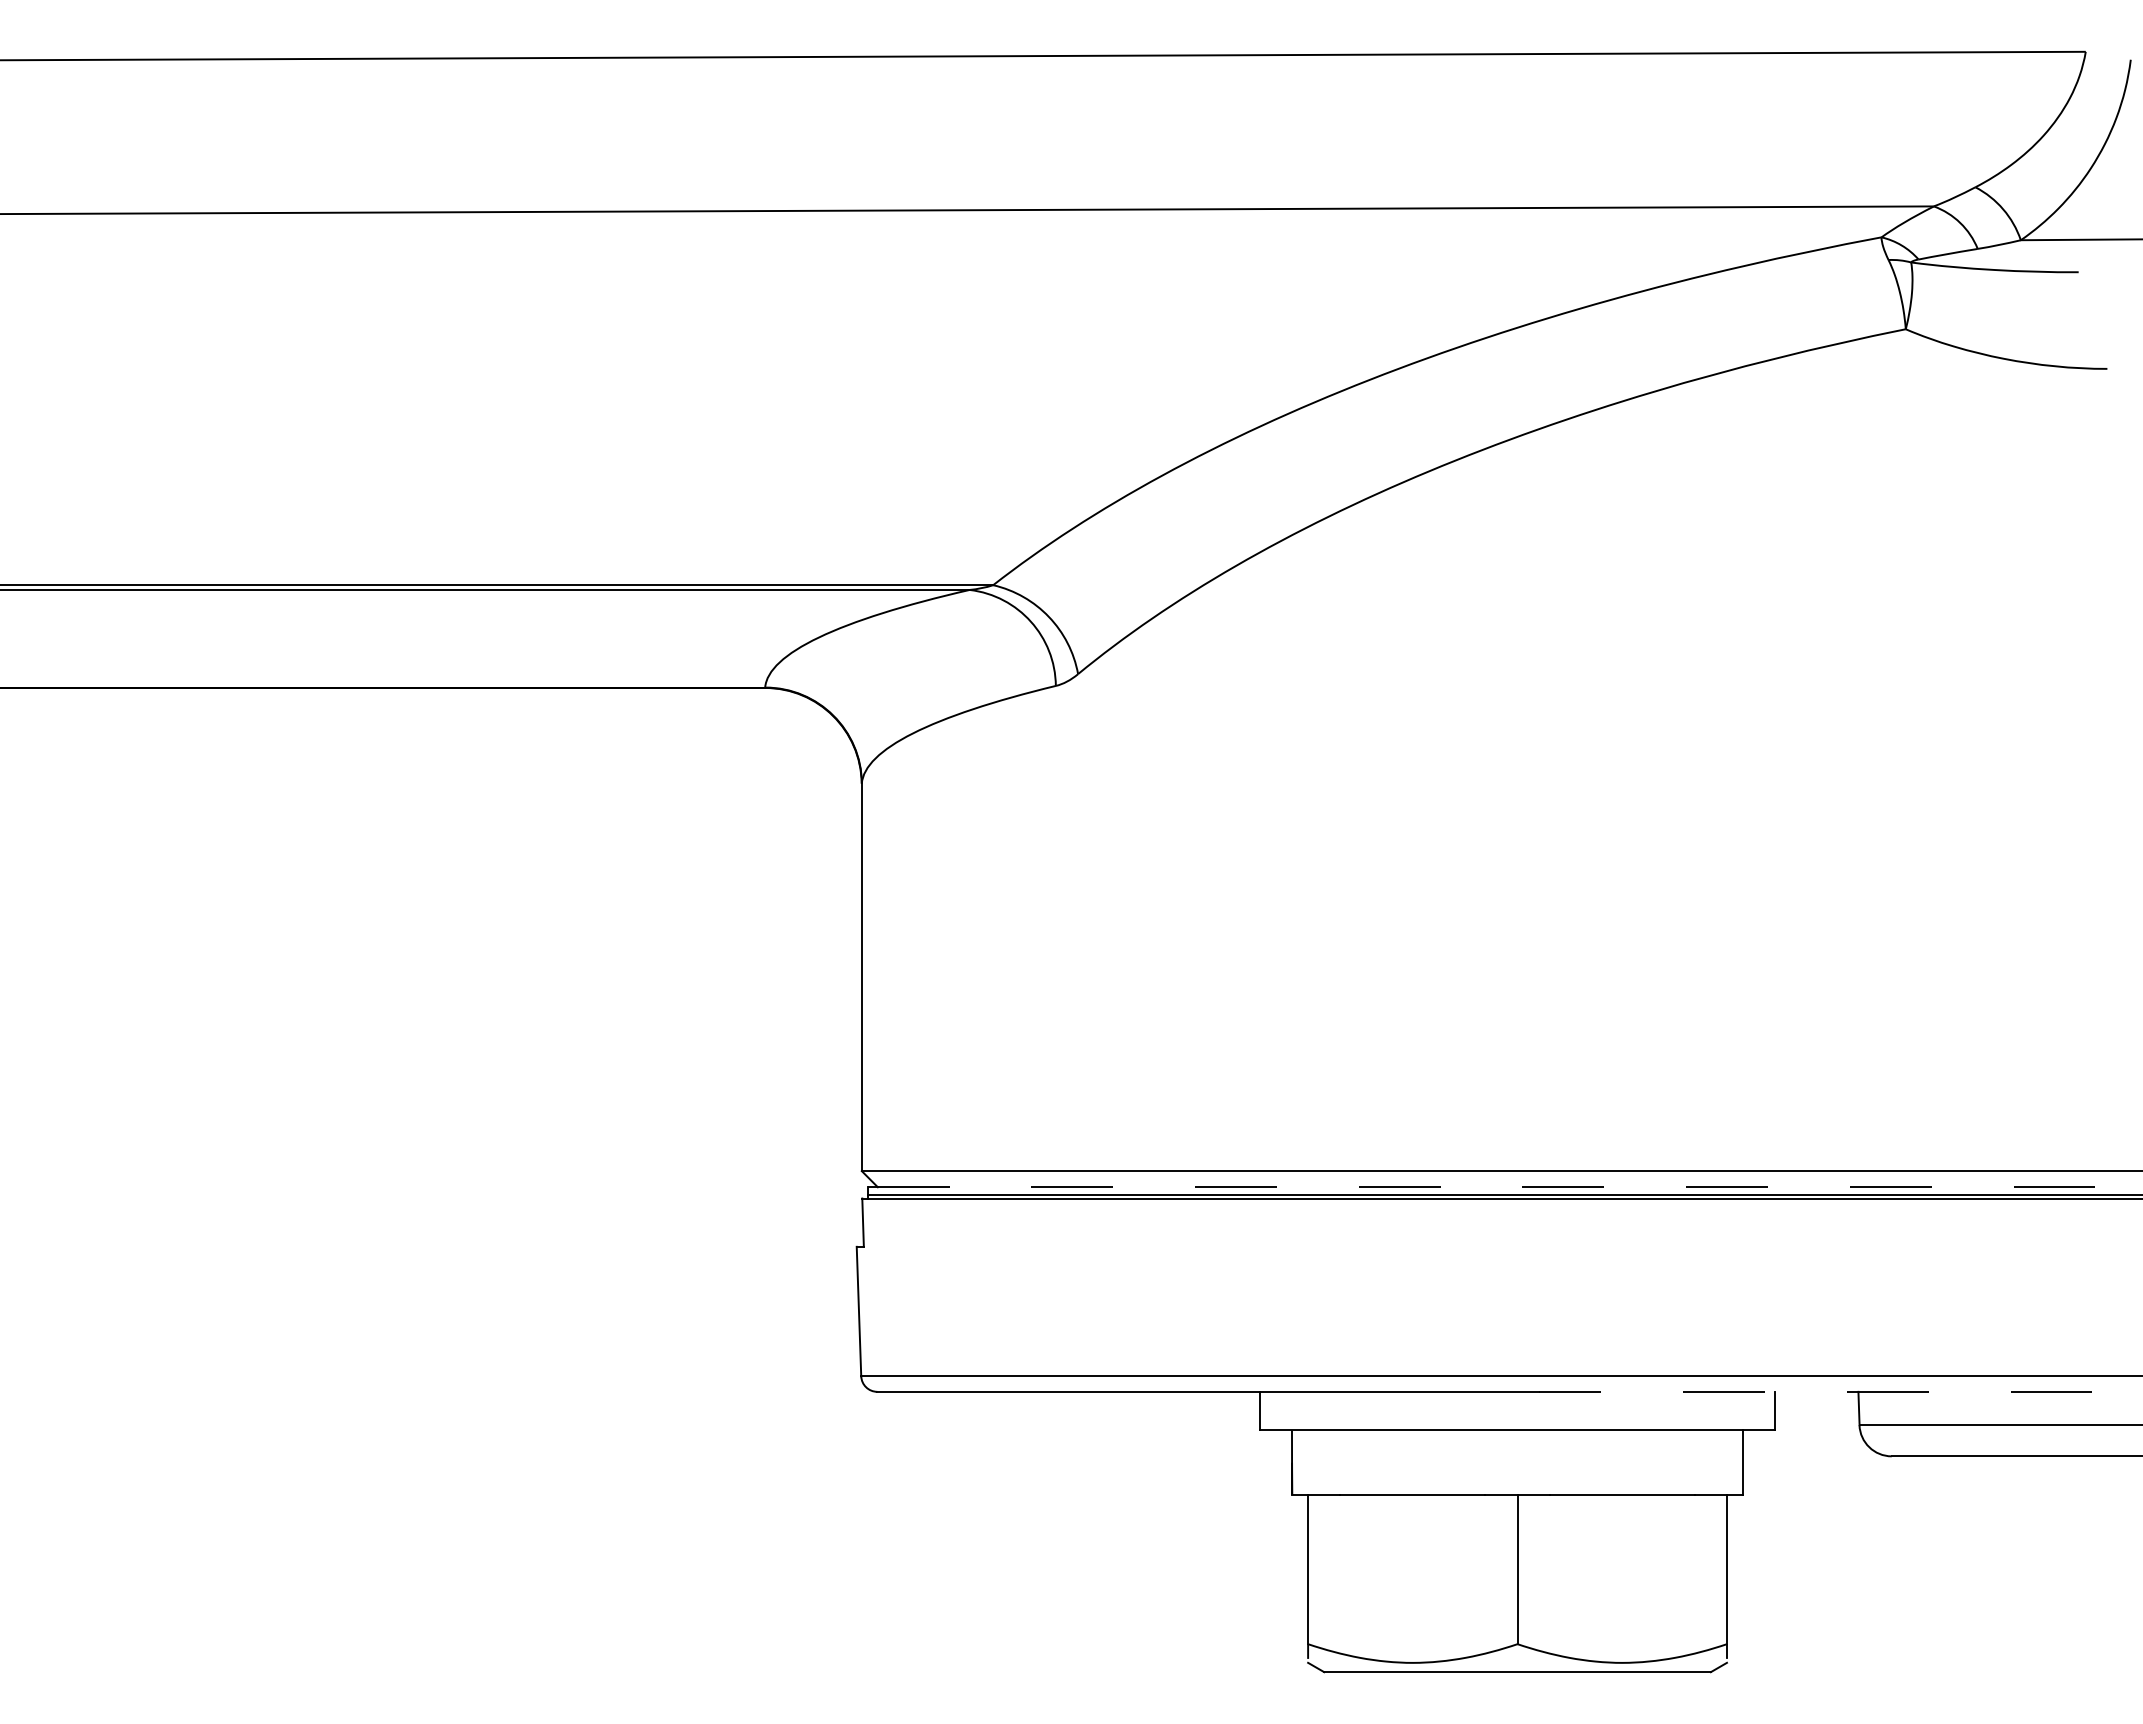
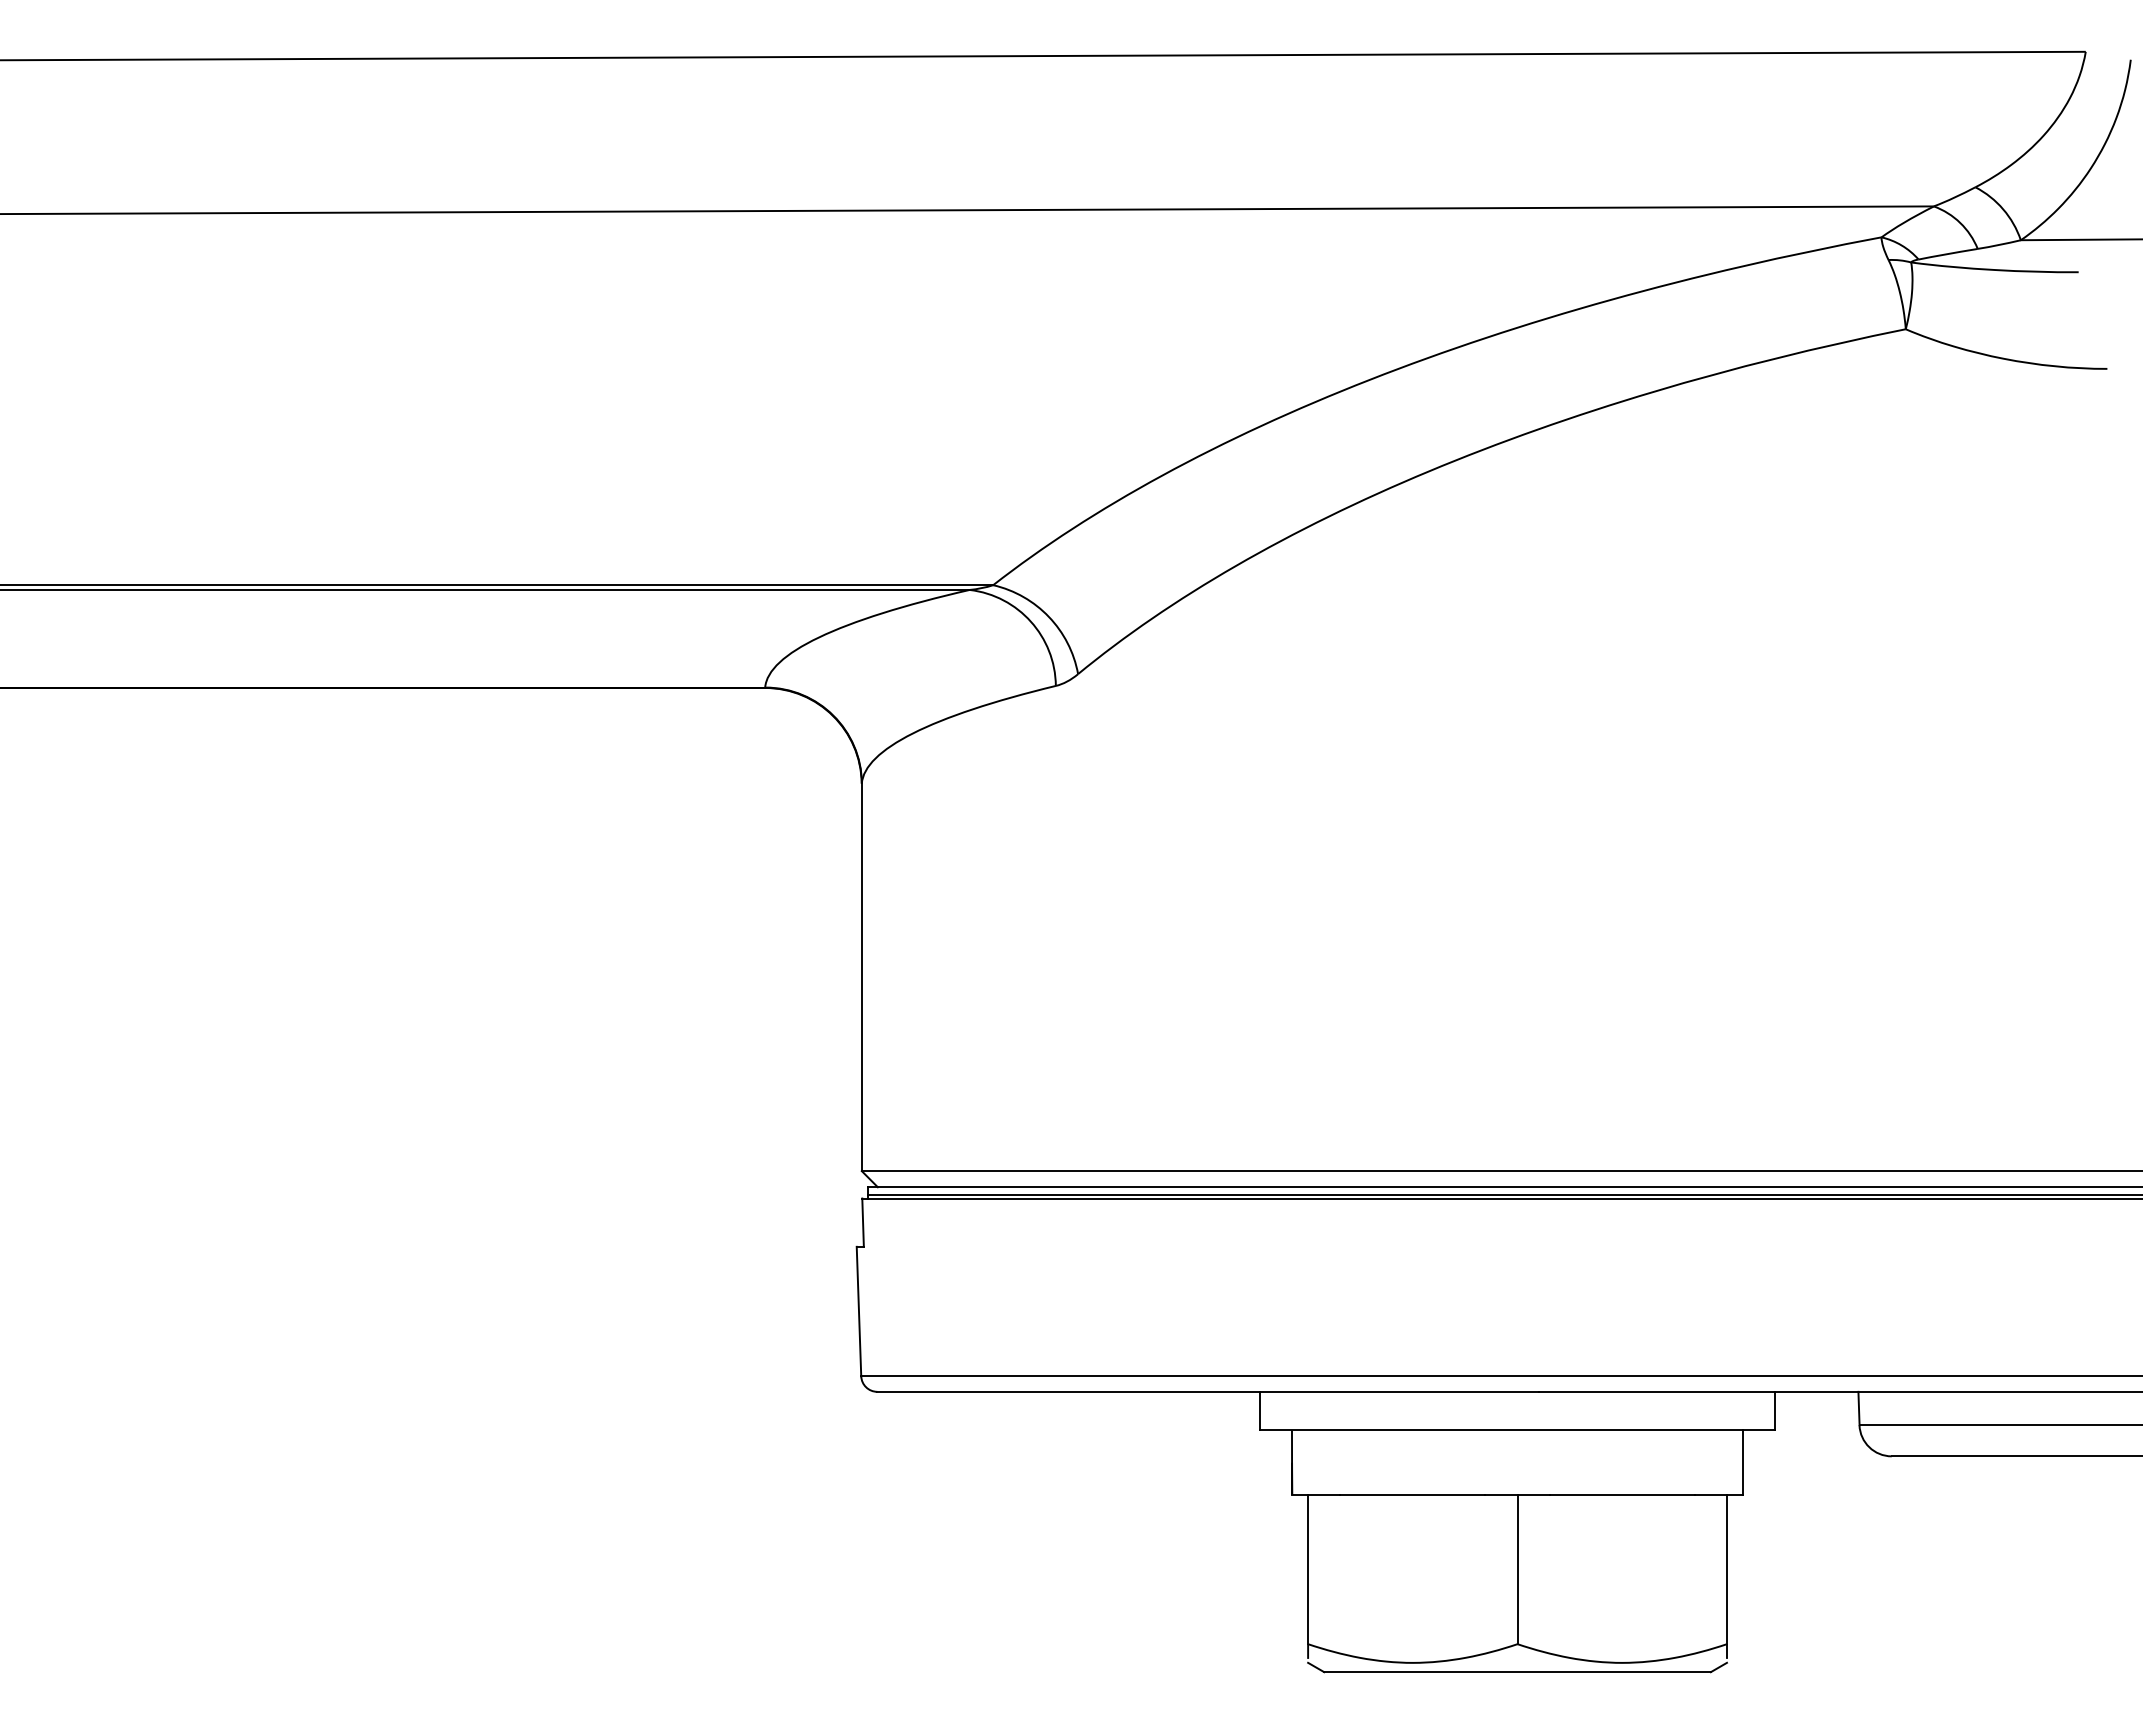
line at (1505, 1187): dashed -> solid
line at (1840, 1391): dashed -> solid
